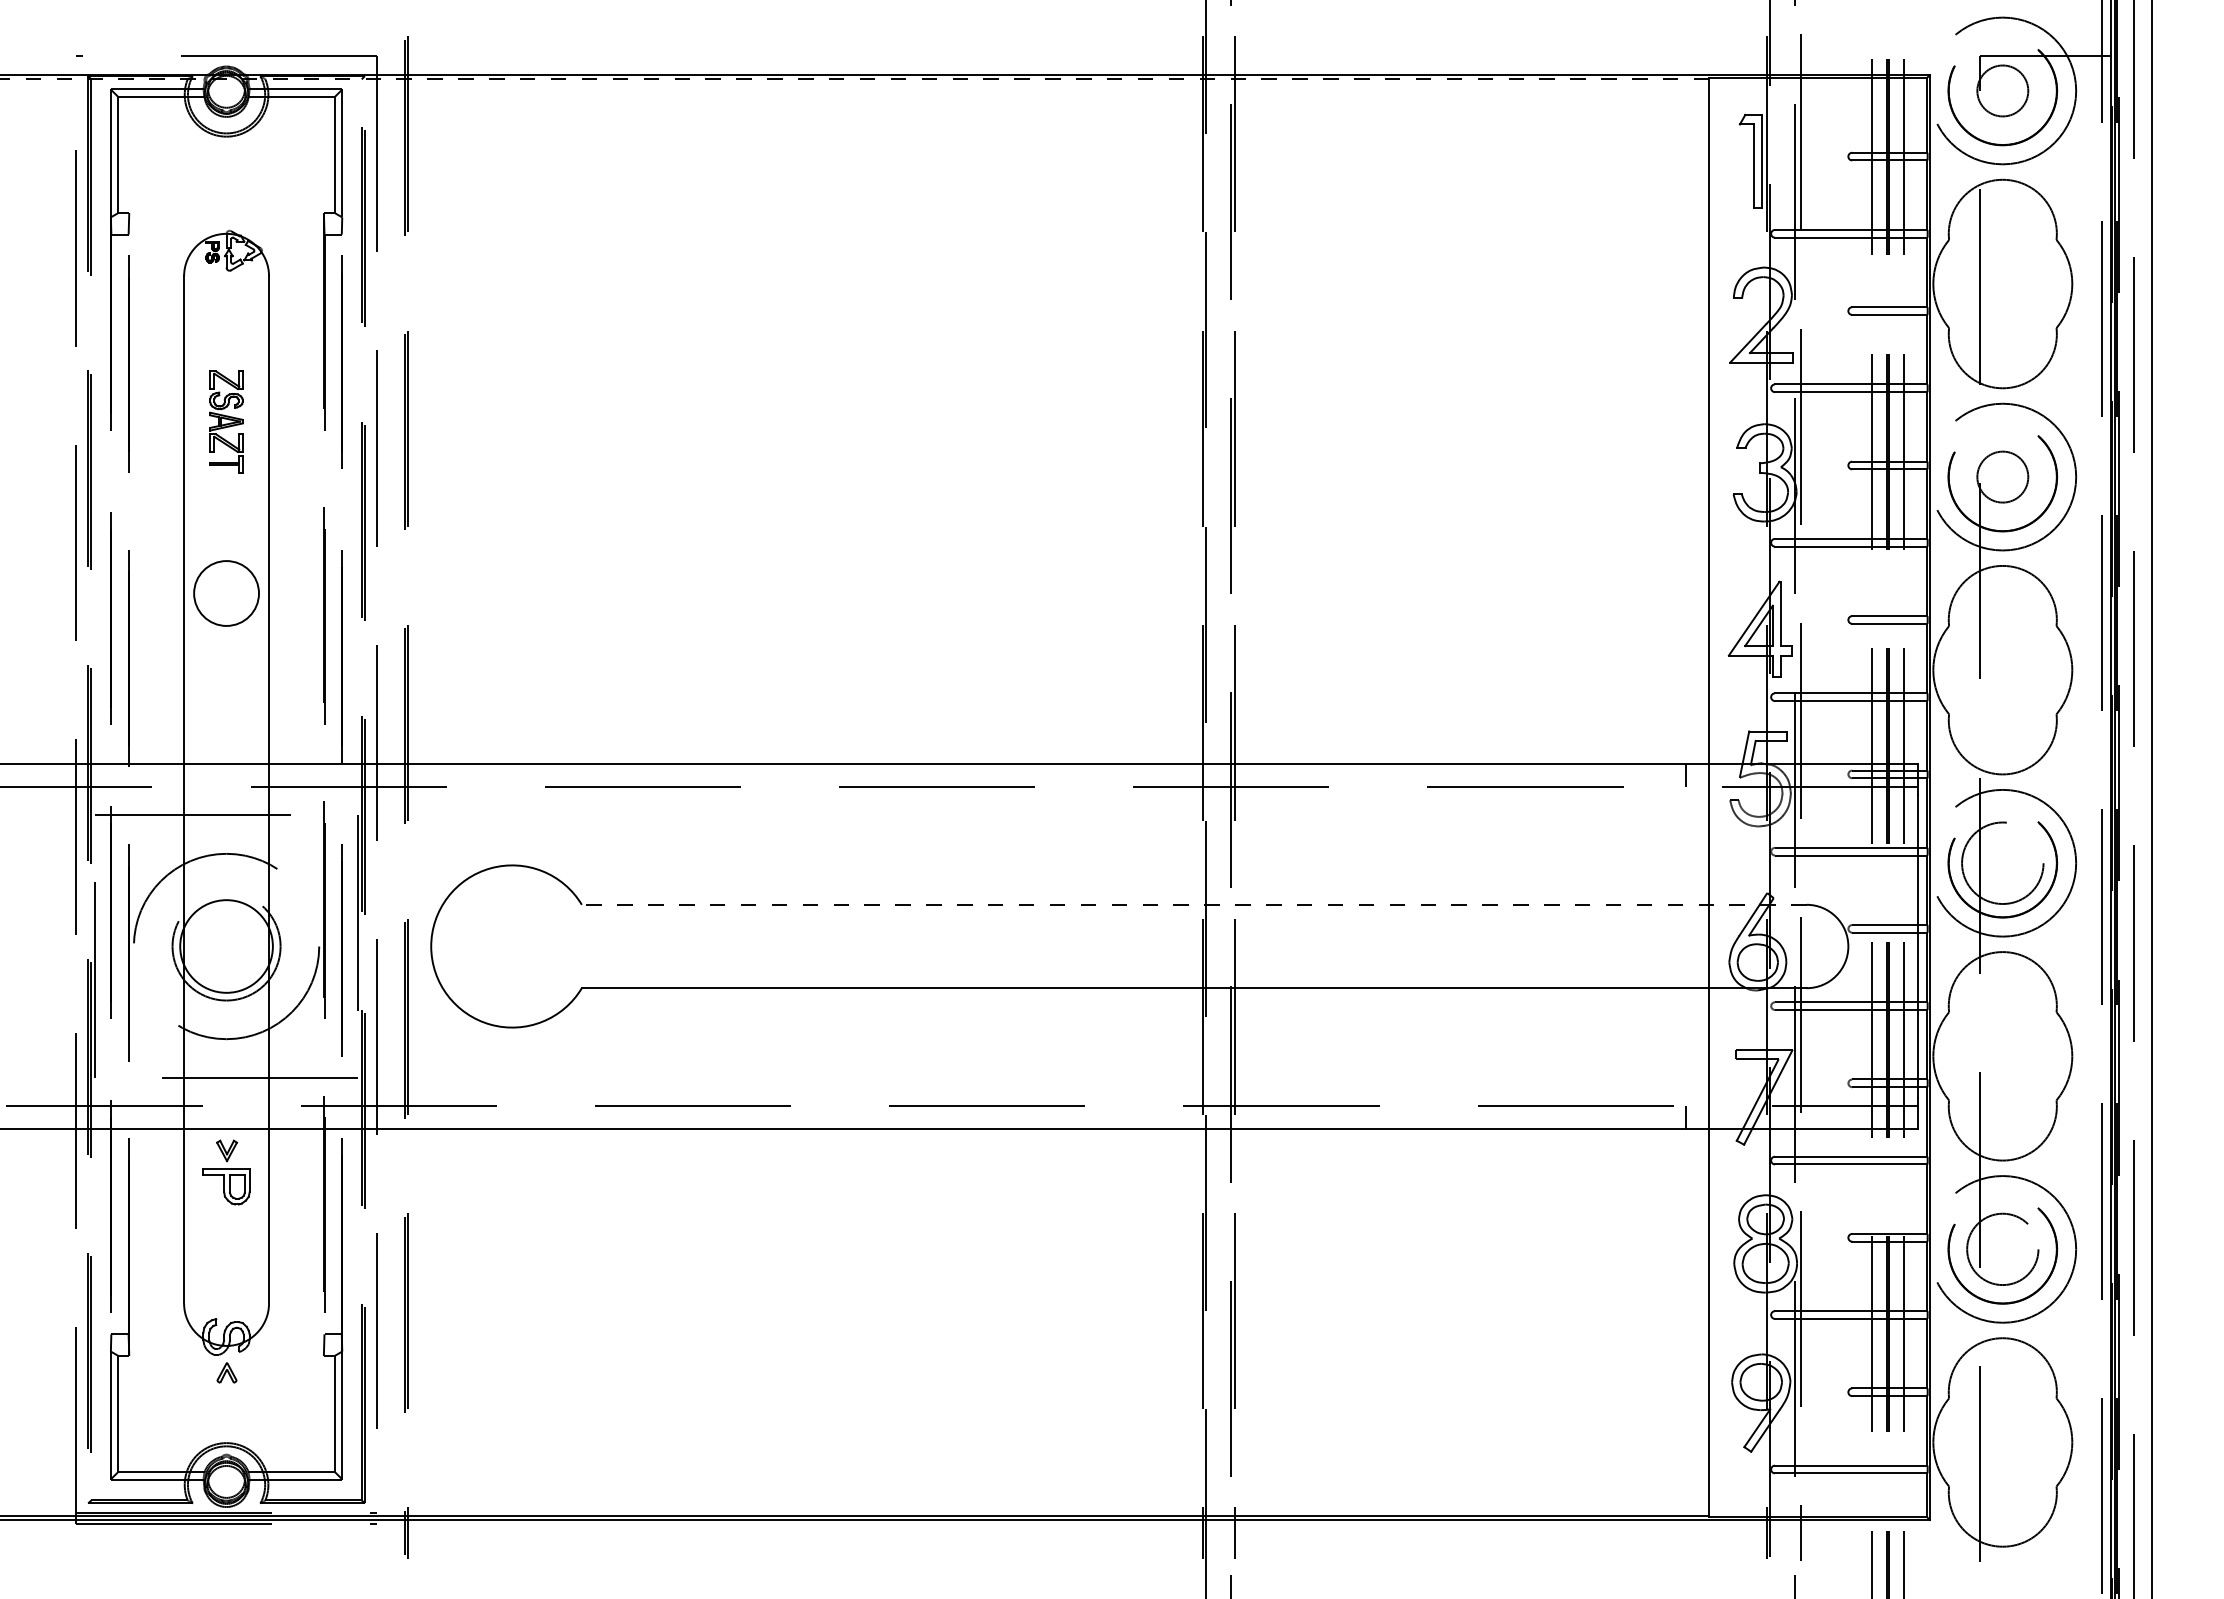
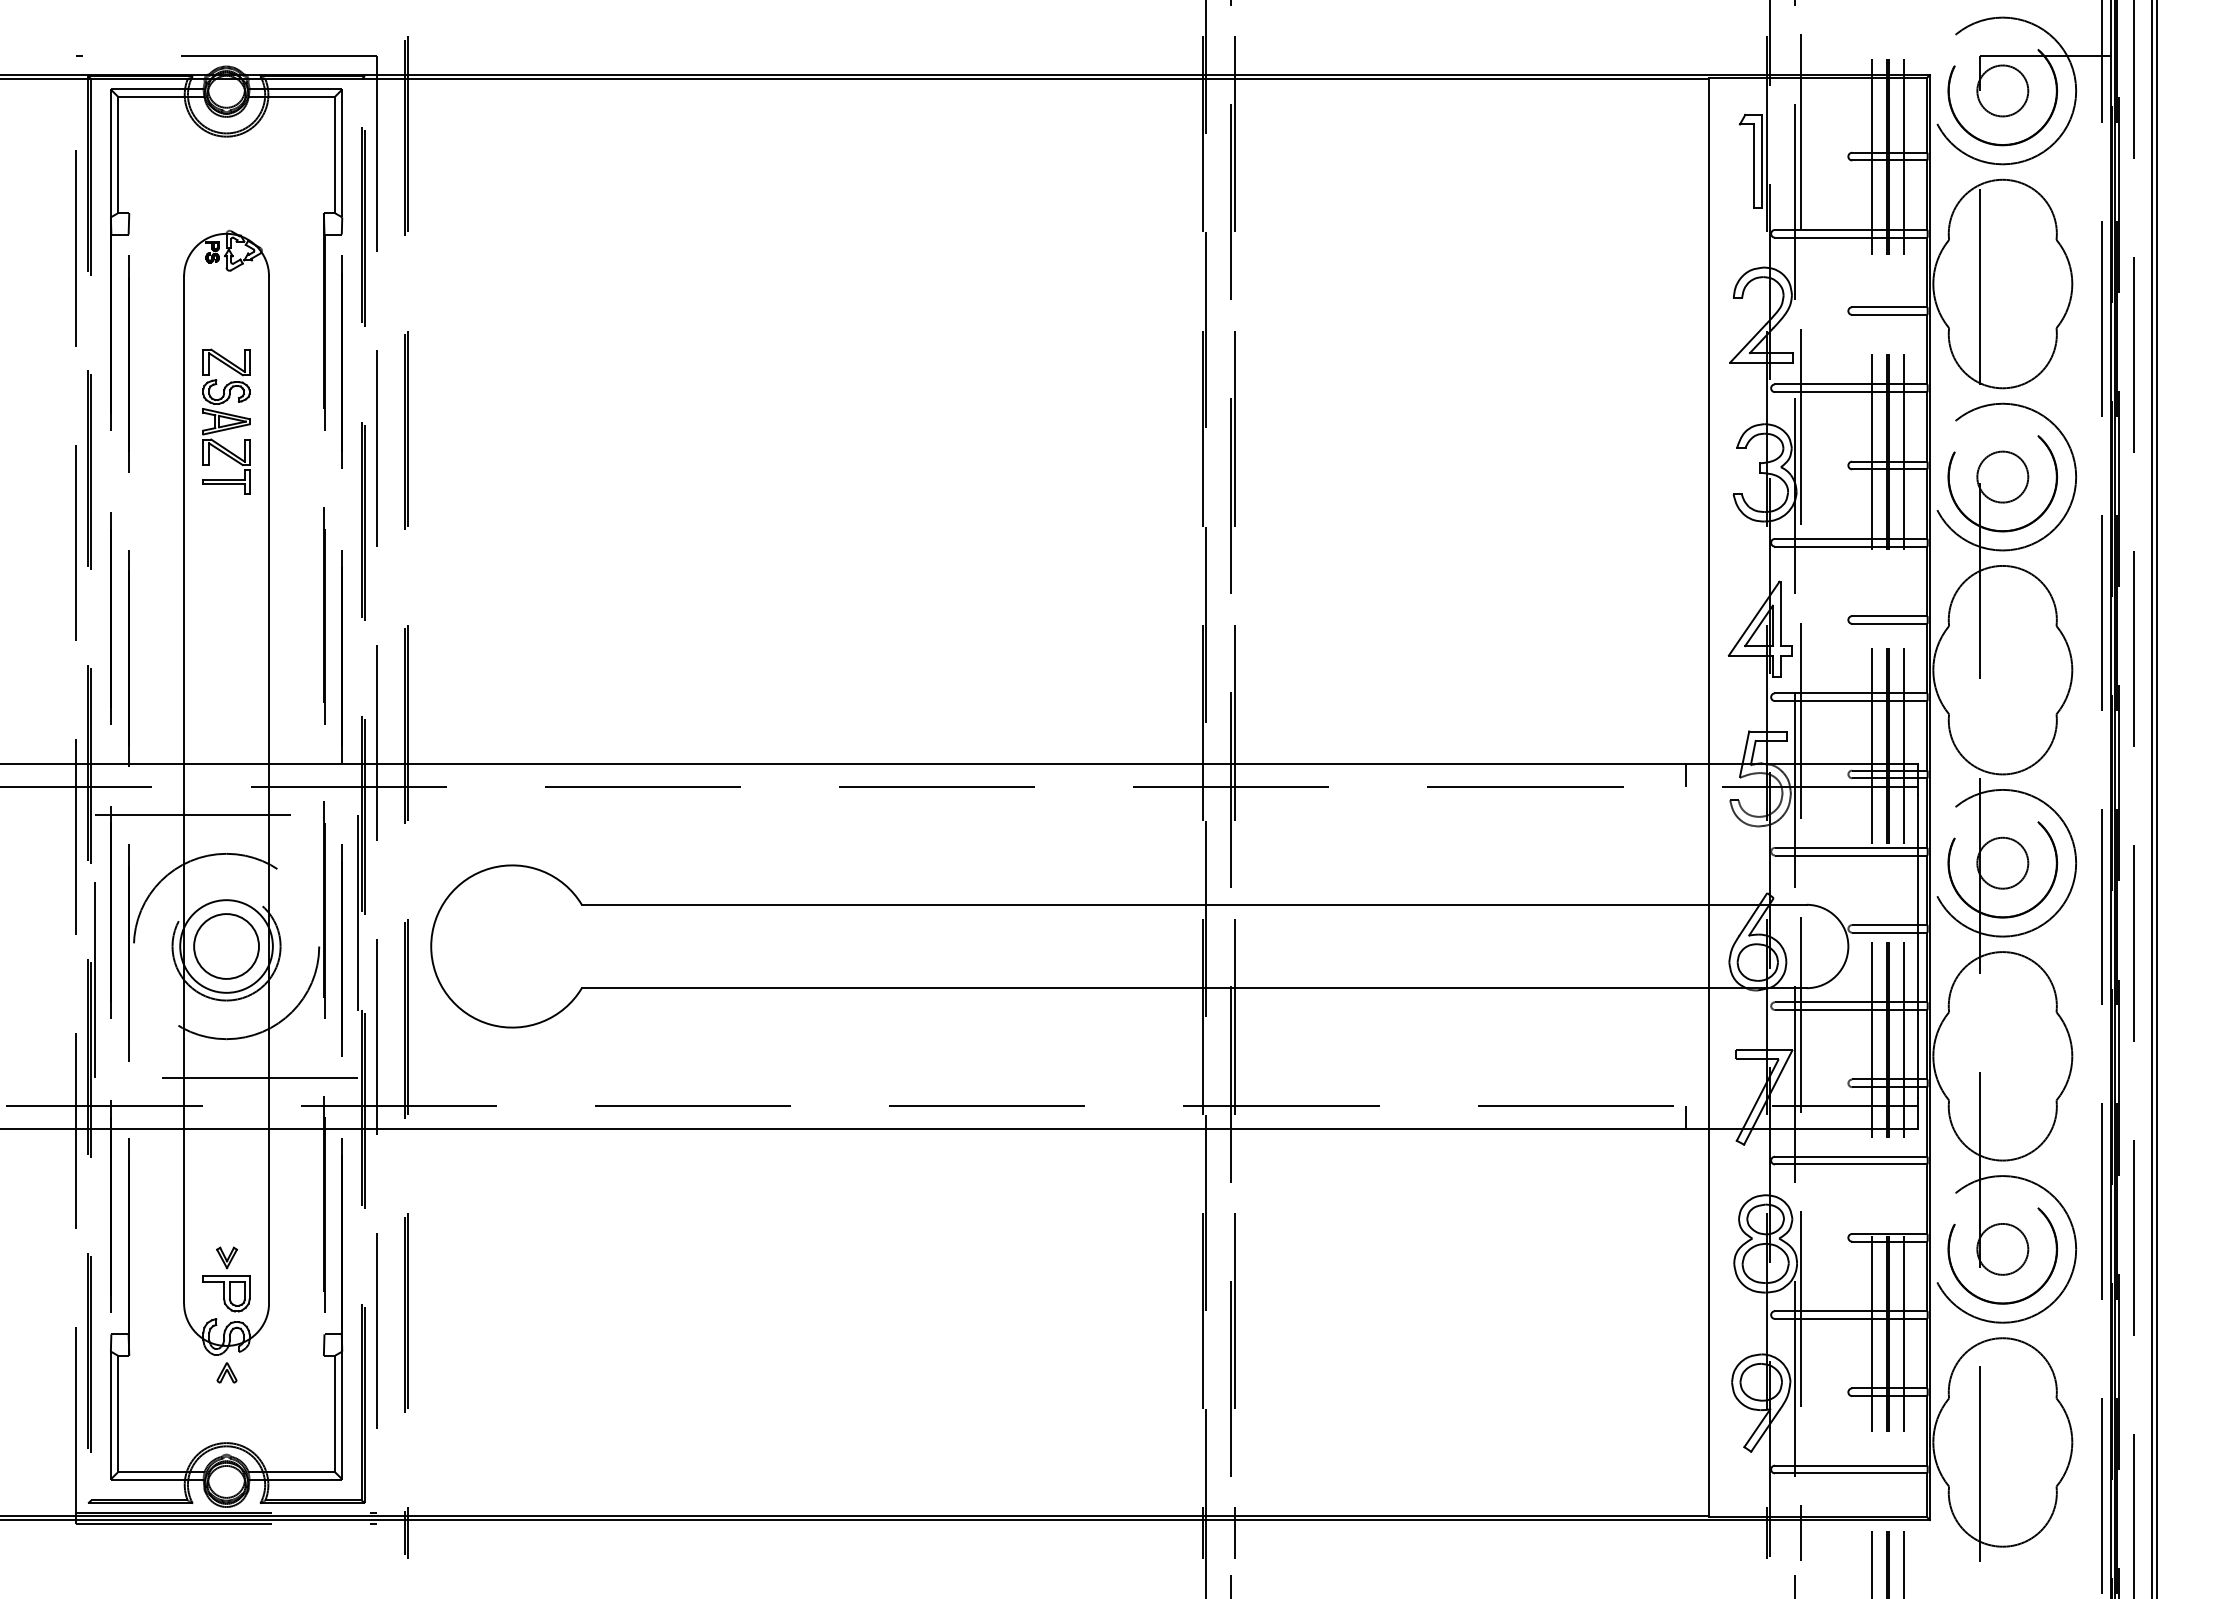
line at (854, 79): dashed -> solid
part at (226, 421) size: 35x104 px -> 49x147 px
circle at (226, 593) position: (226, 593) -> (226, 946)
line at (2157, 798): none -> present
circle at (2002, 863) diameter: 82 px -> 51 px
line at (1193, 904): dashed -> solid
part at (226, 1172) position: (226, 1172) -> (226, 1279)
circle at (2002, 1249) diameter: 71 px -> 51 px
